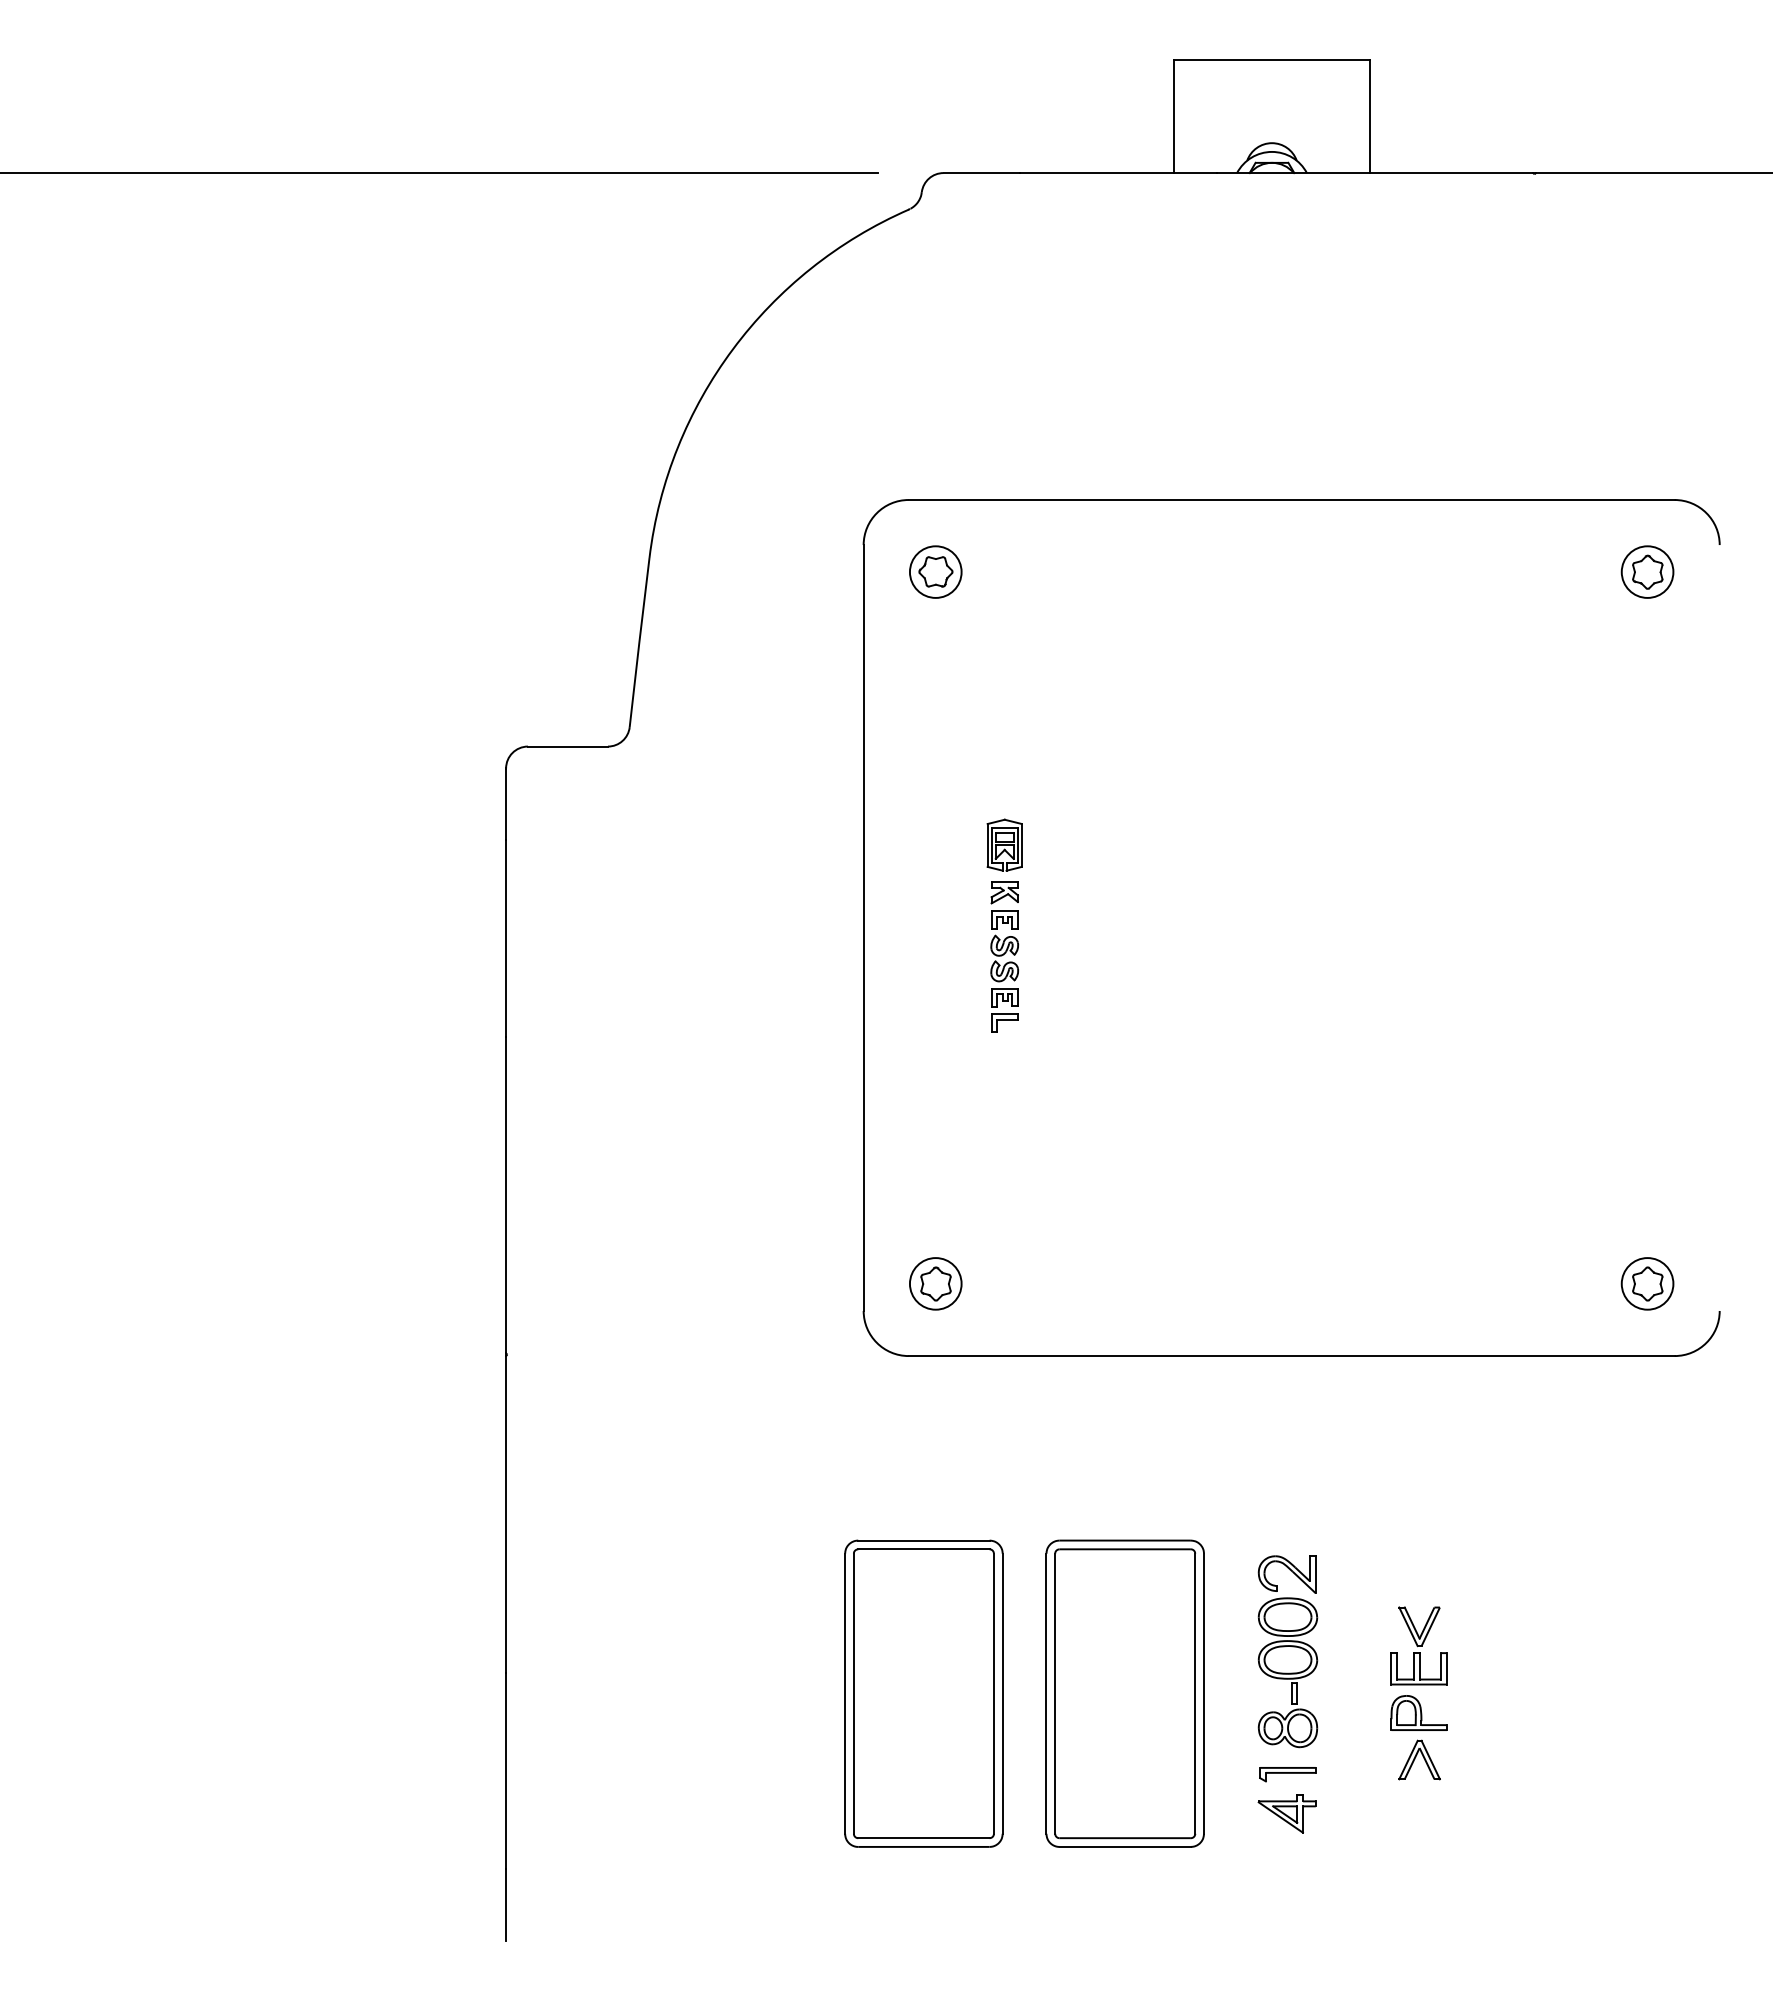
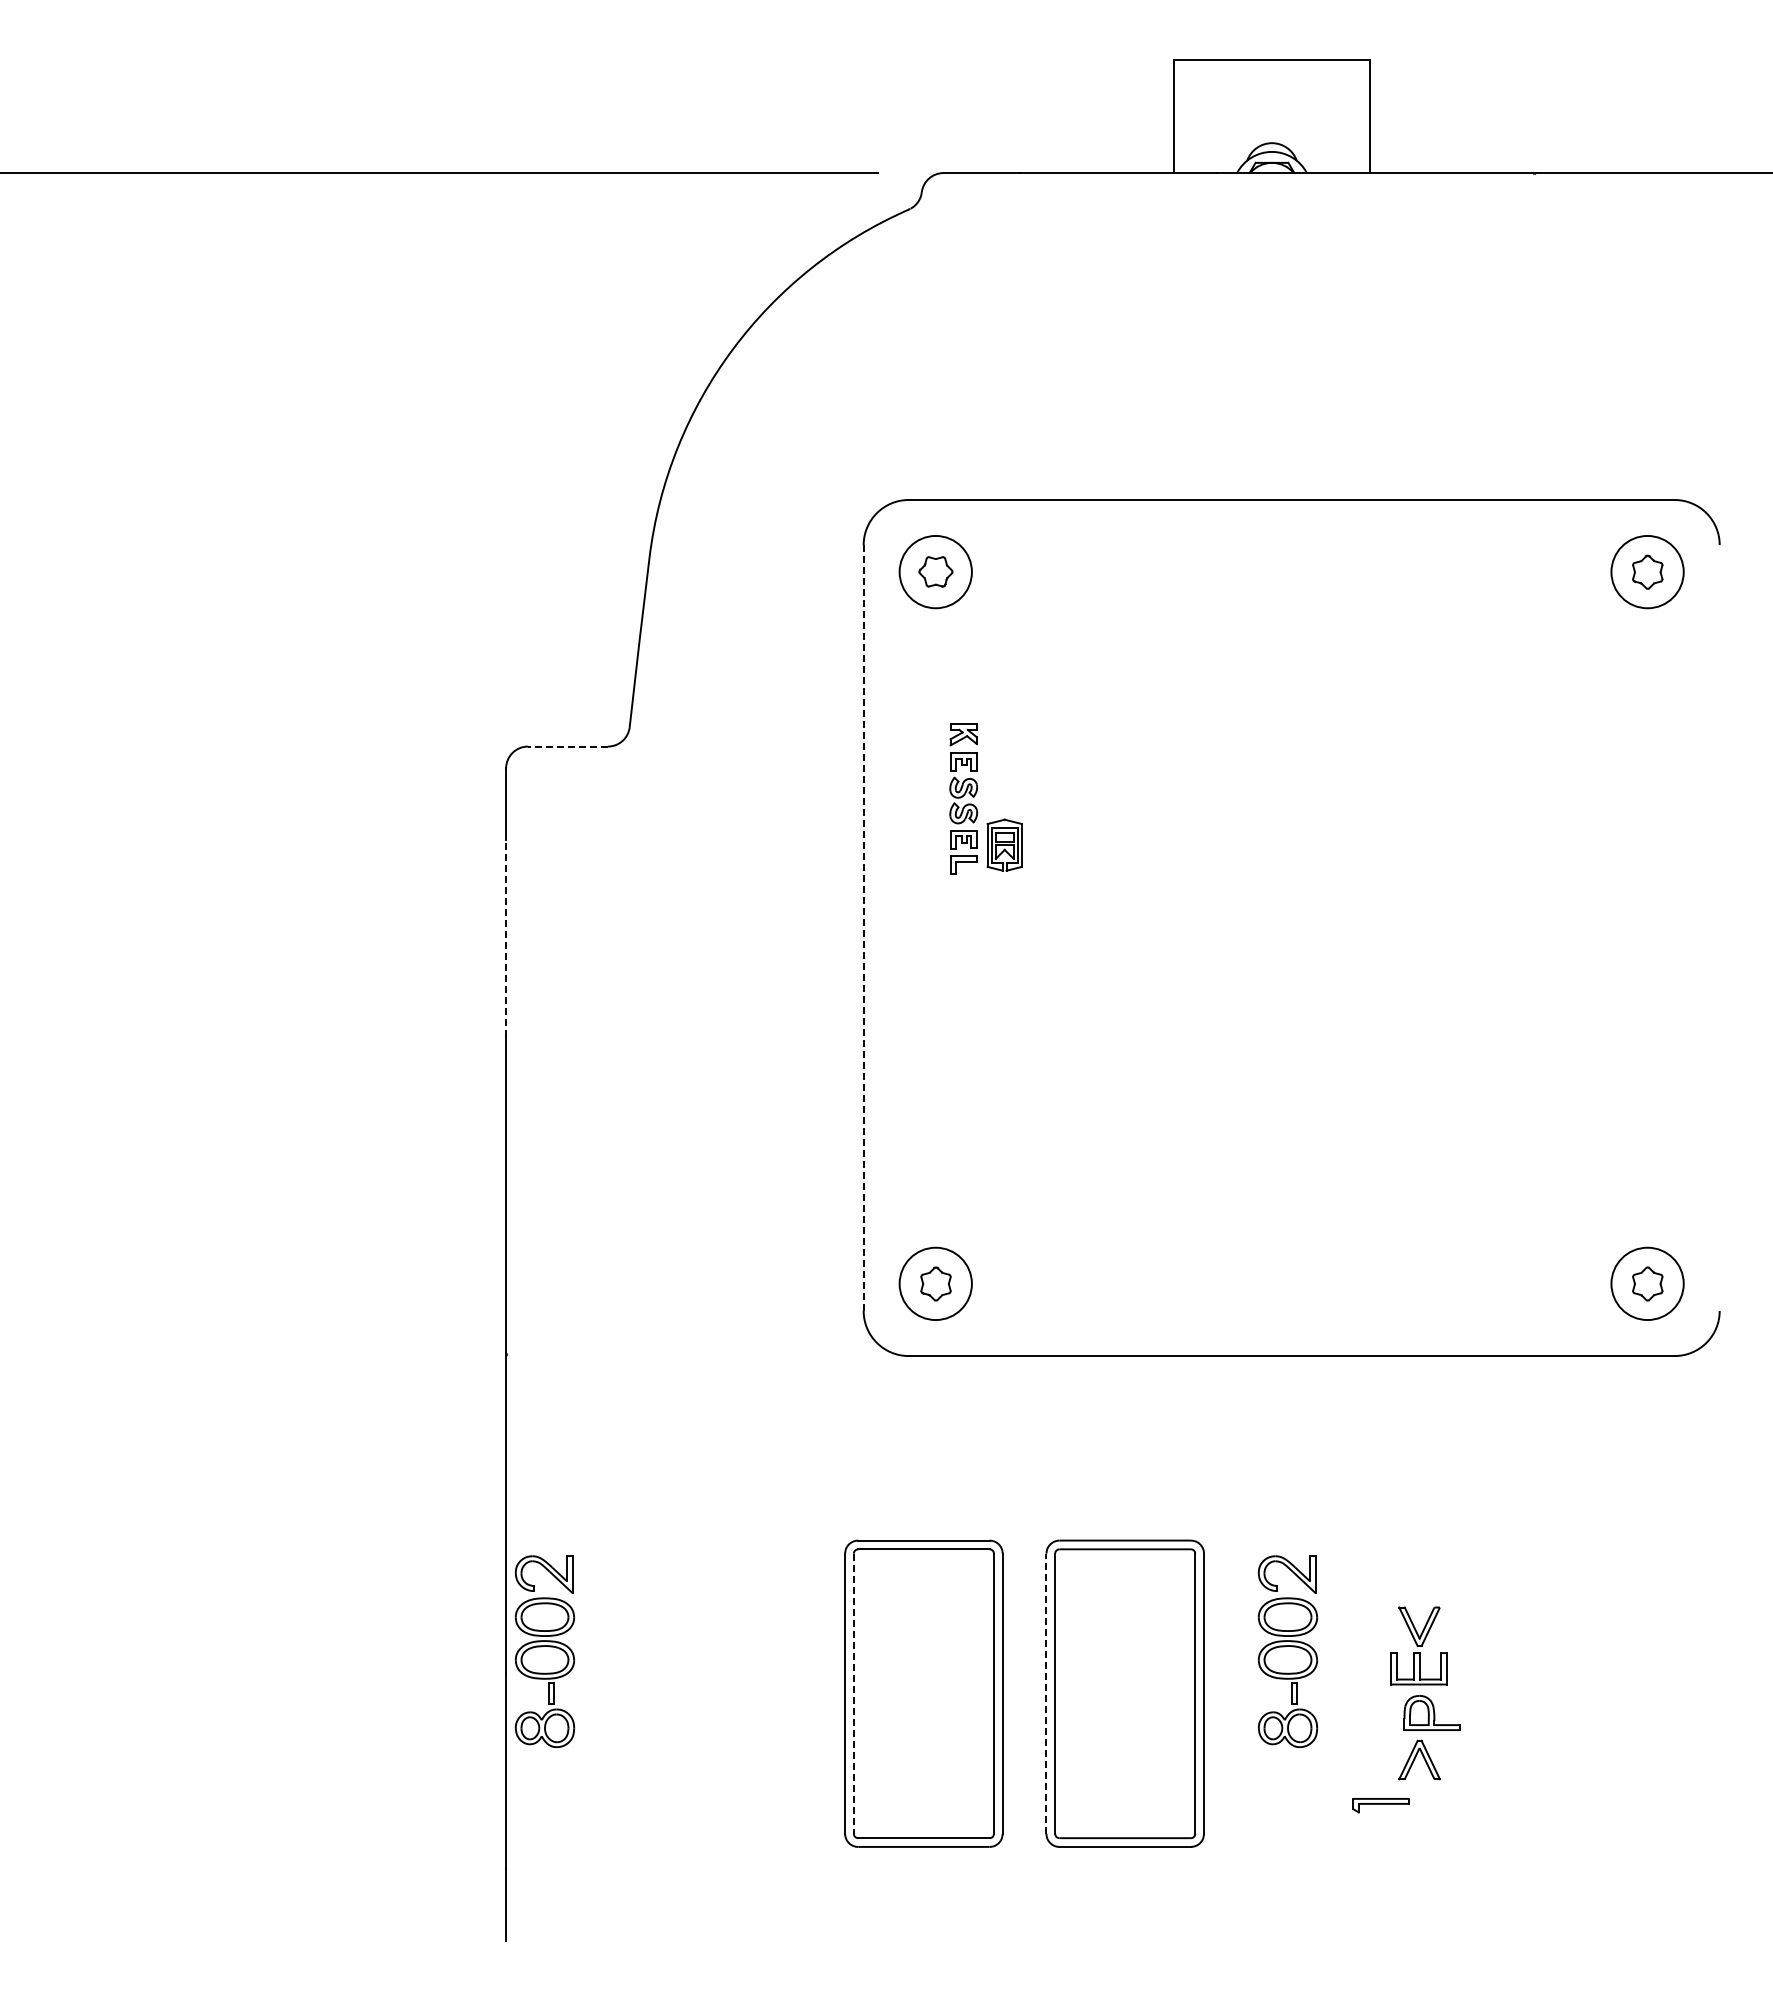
circle at (935, 571) diameter: 52 px -> 72 px
circle at (1647, 571) diameter: 52 px -> 72 px
line at (567, 746): solid -> dashed
line at (863, 928): solid -> dashed
line at (506, 938): solid -> dashed
part at (1004, 956) position: (1004, 956) -> (963, 798)
circle at (935, 1283) diameter: 52 px -> 72 px
circle at (1647, 1283) diameter: 52 px -> 72 px
part at (544, 1651): none -> present
line at (1046, 1693): solid -> dashed
line at (853, 1694): solid -> dashed
part at (1418, 1712) position: (1418, 1712) -> (1431, 1712)
part at (1287, 1774) position: (1287, 1774) -> (1380, 1805)
part at (1286, 1813): present -> none
